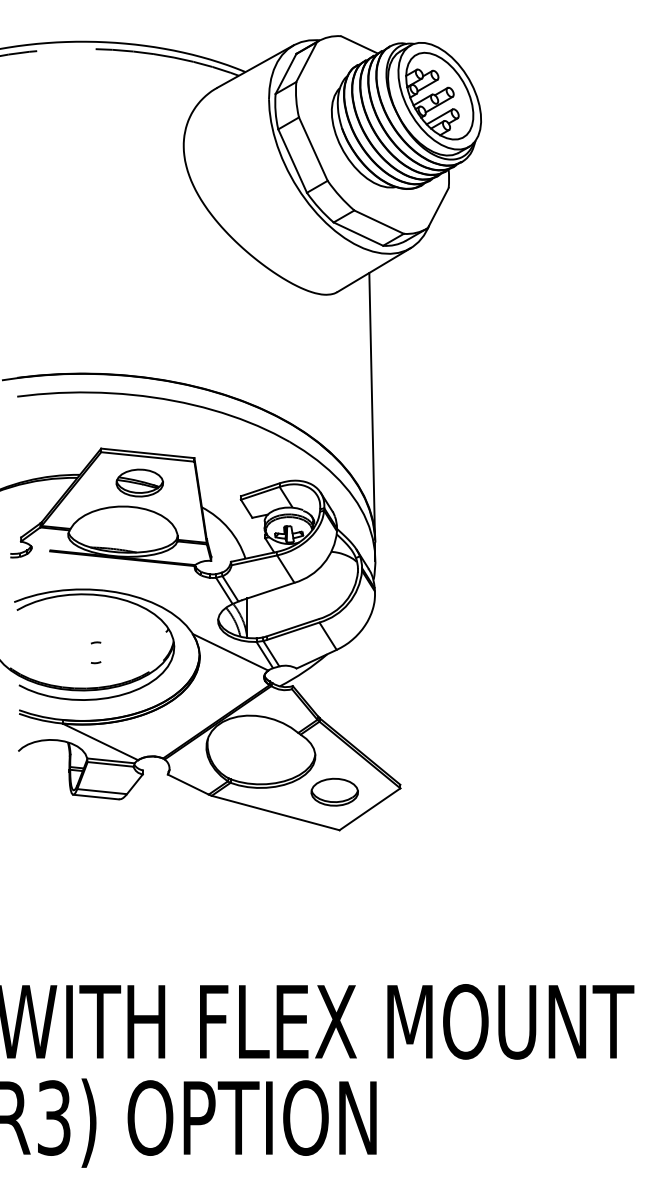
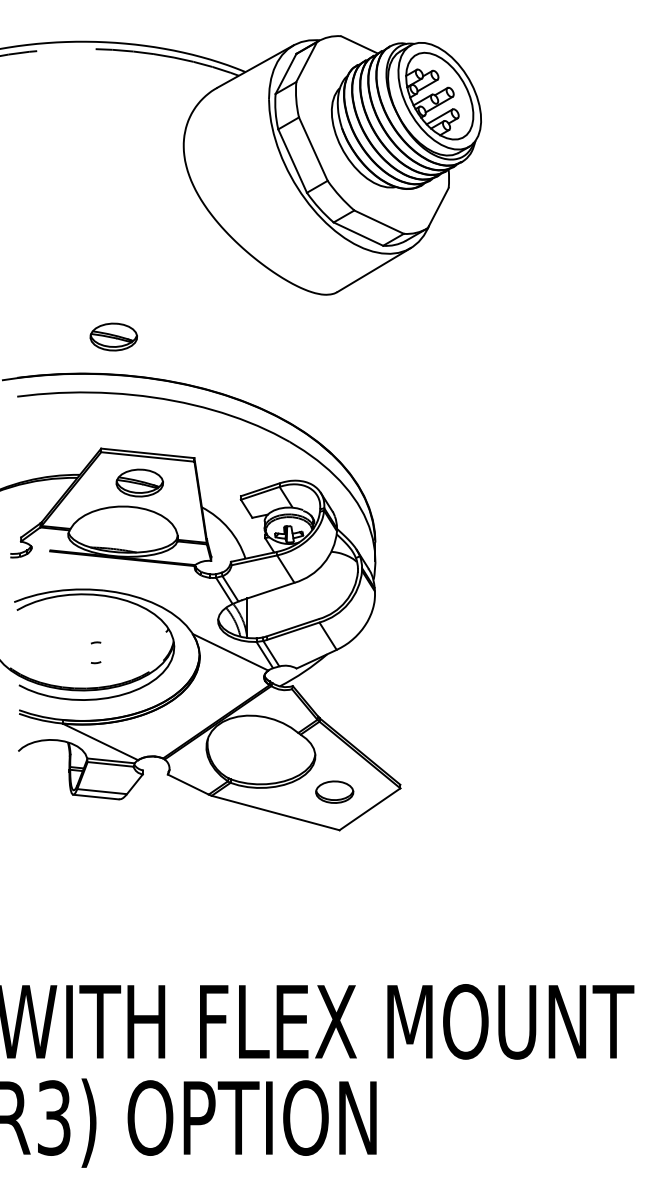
part at (113, 336): none -> present
line at (371, 401): present -> none
part at (334, 791) size: 49x30 px -> 40x24 px
